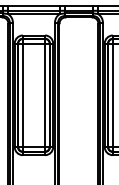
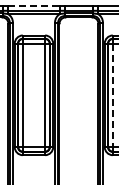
line at (34, 6): solid -> dashed
line at (113, 95): solid -> dashed
